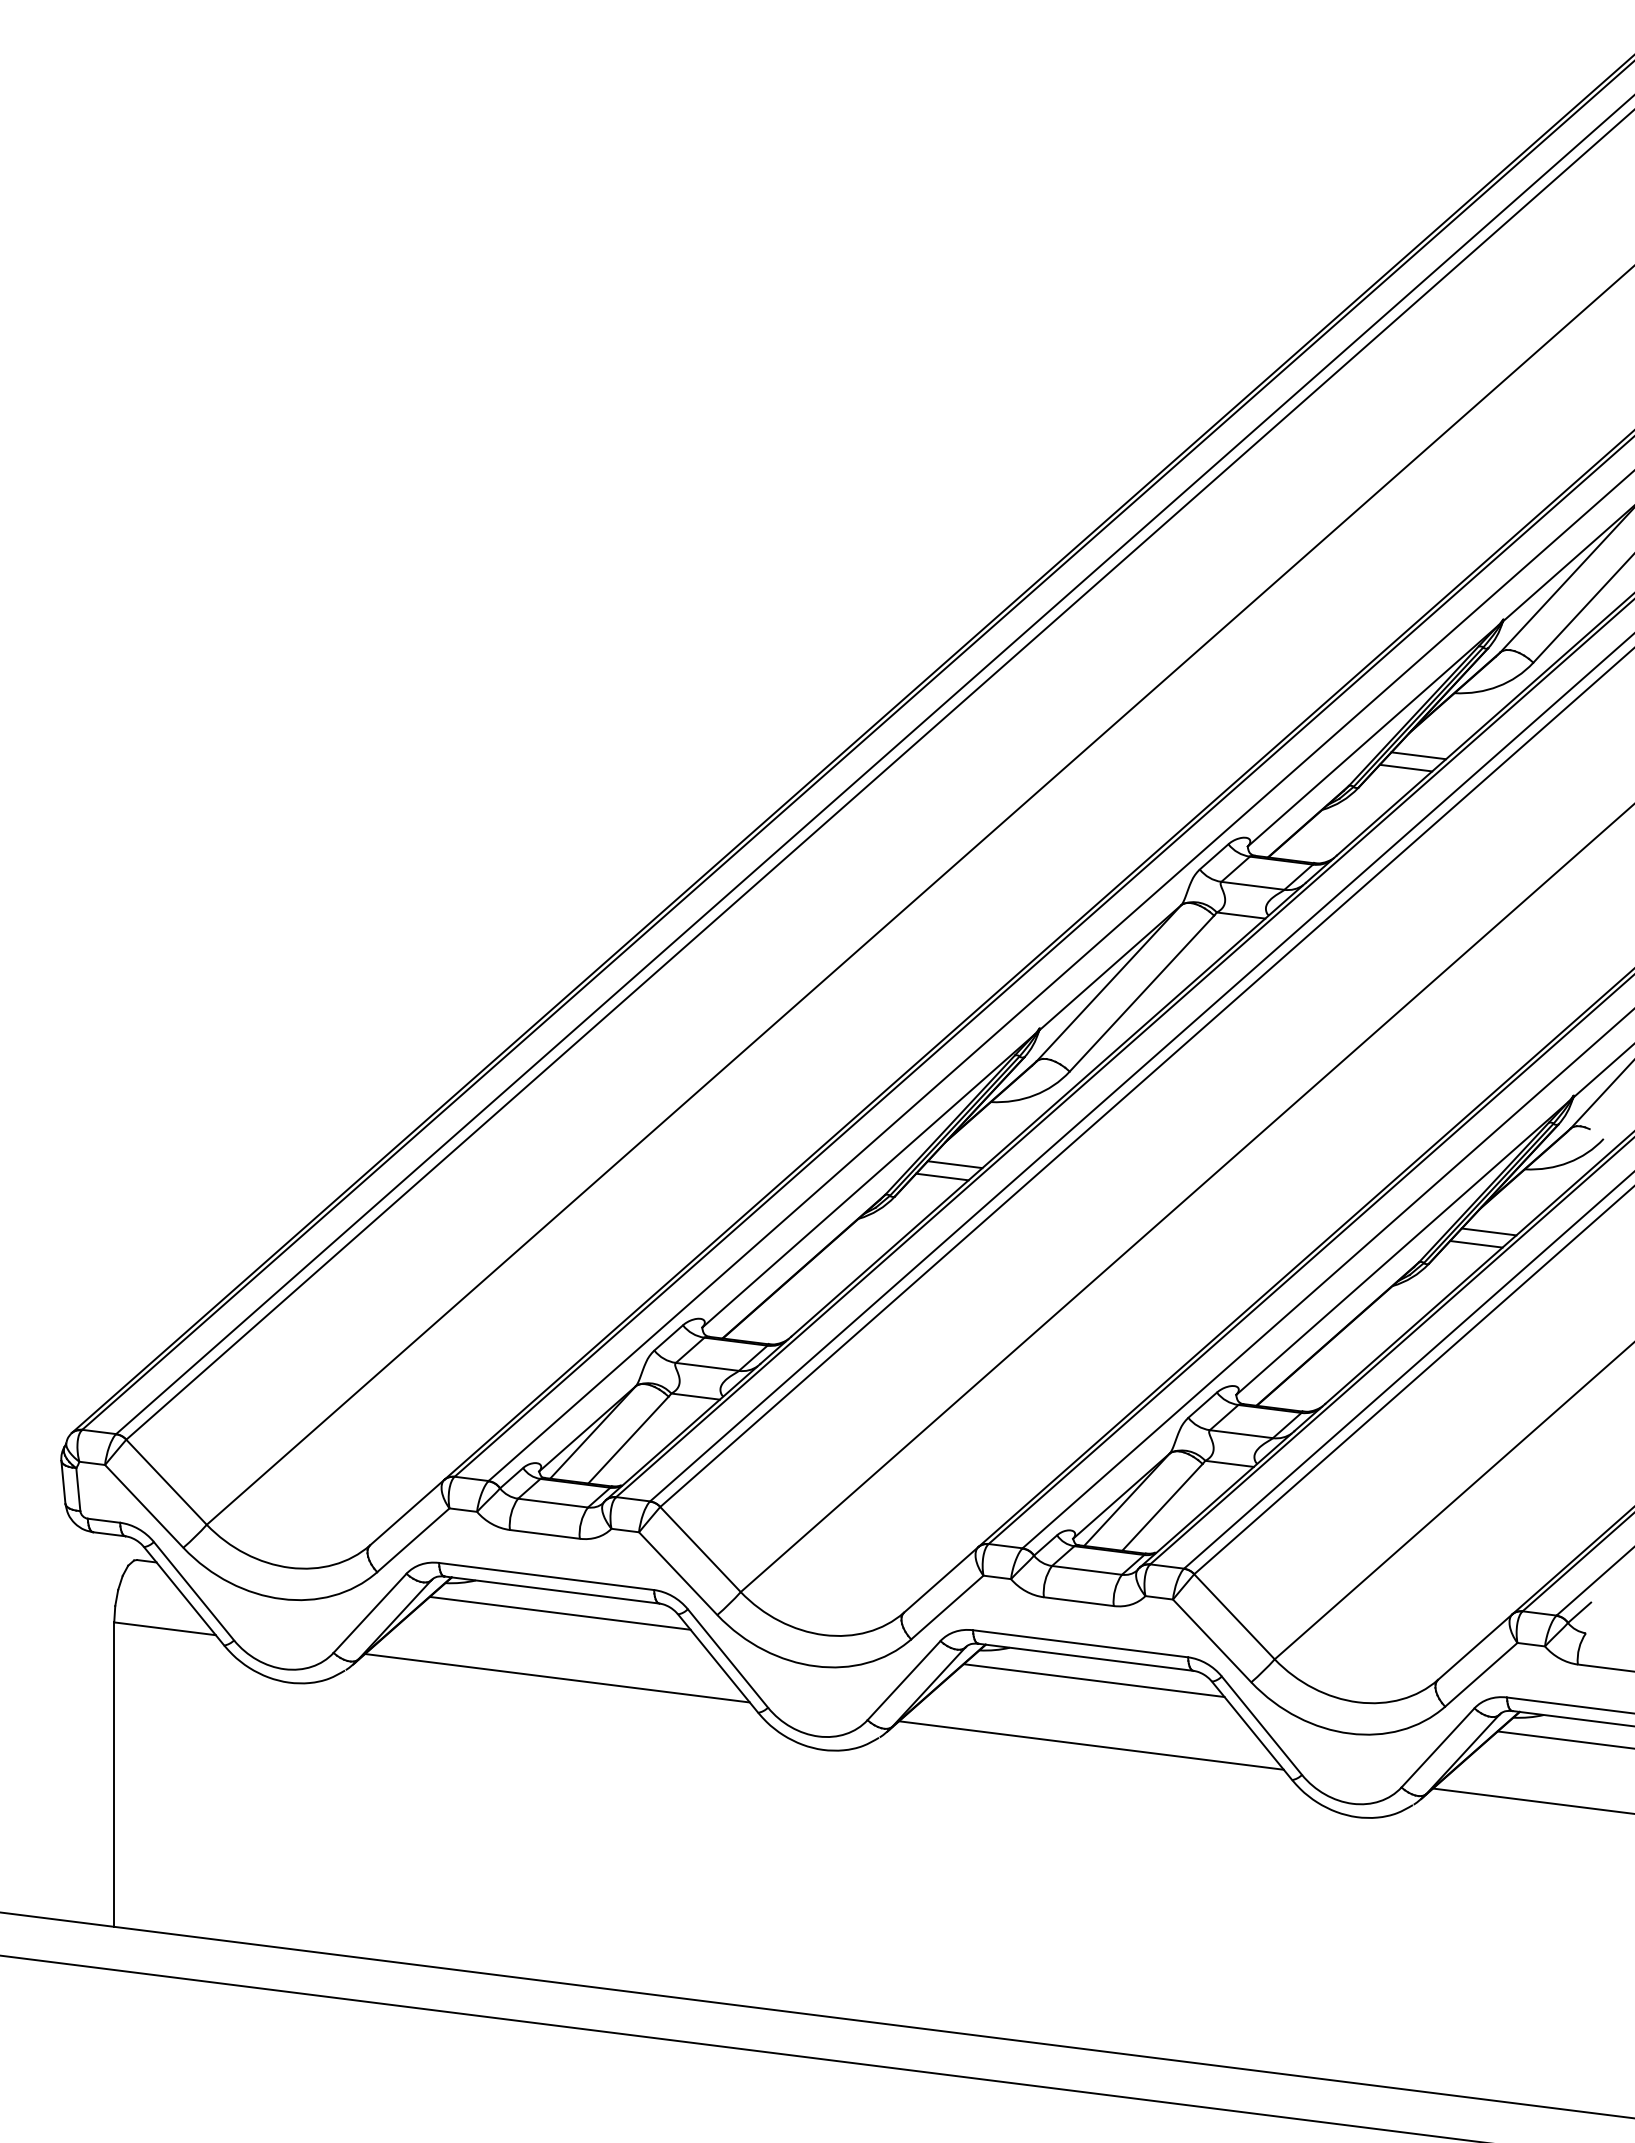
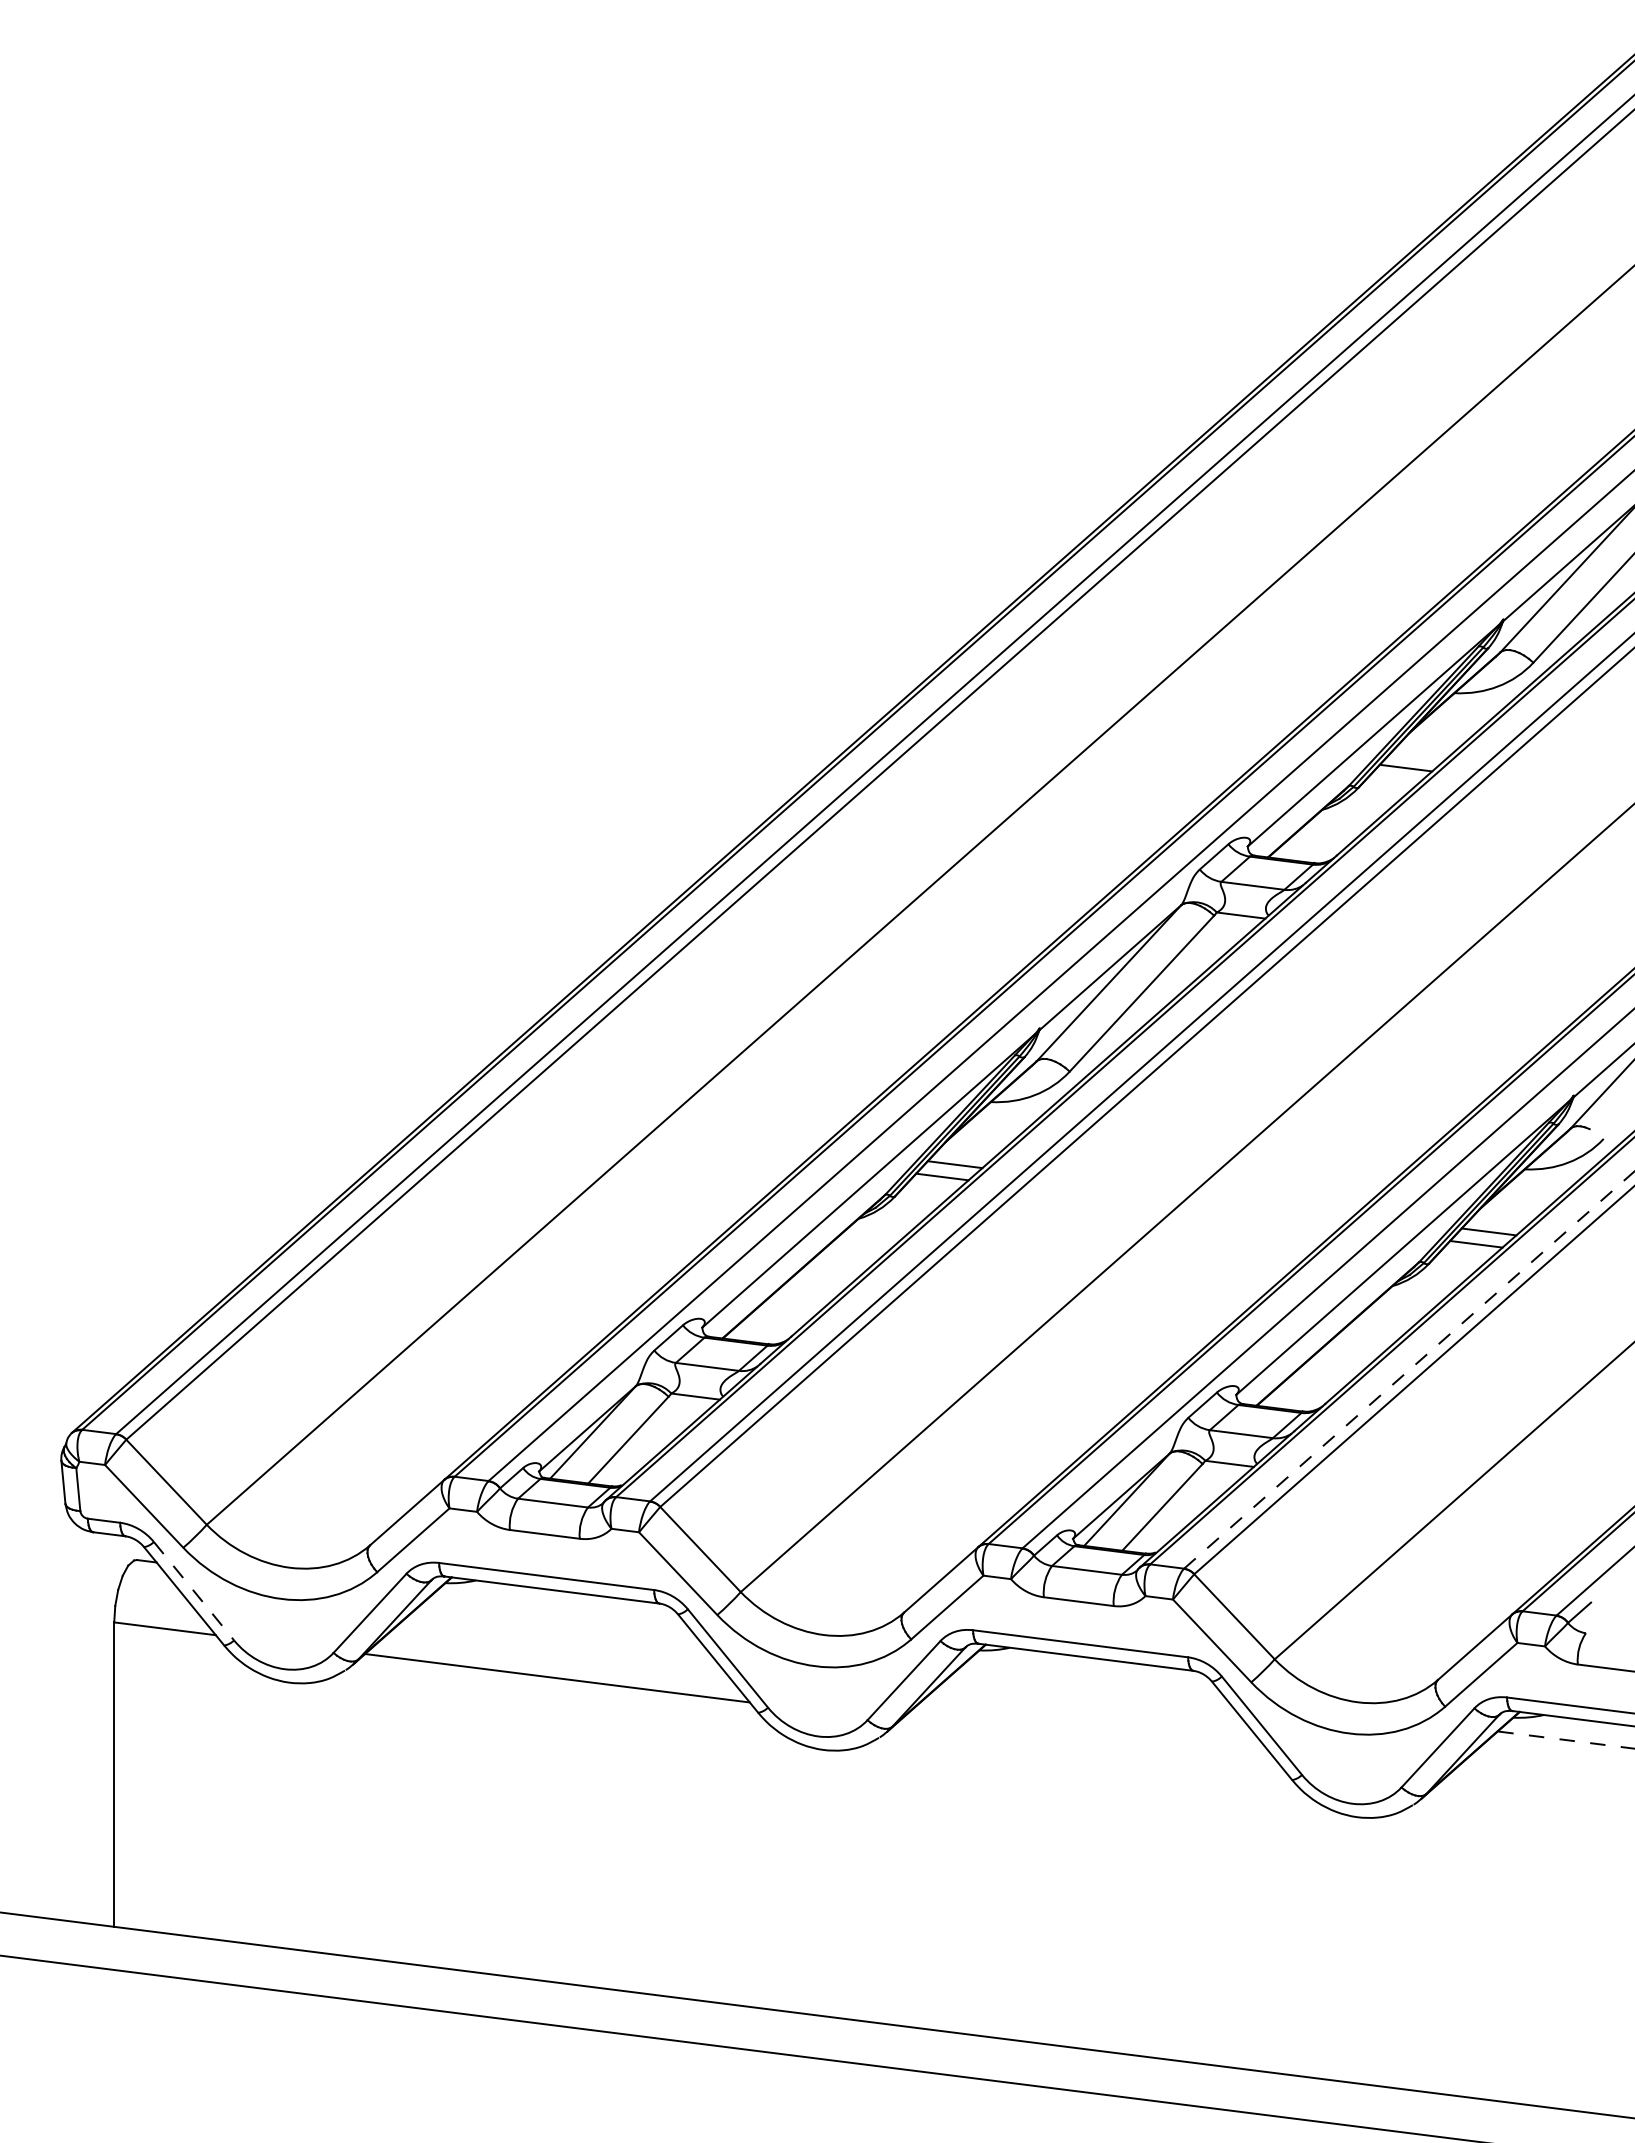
line at (1418, 755): present -> none
line at (1409, 1369): solid -> dashed
line at (194, 1591): solid -> dashed
line at (559, 1612): present -> none
line at (1093, 1680): present -> none
line at (1566, 1740): solid -> dashed
line at (1091, 1745): present -> none
line at (1532, 1800): present -> none
